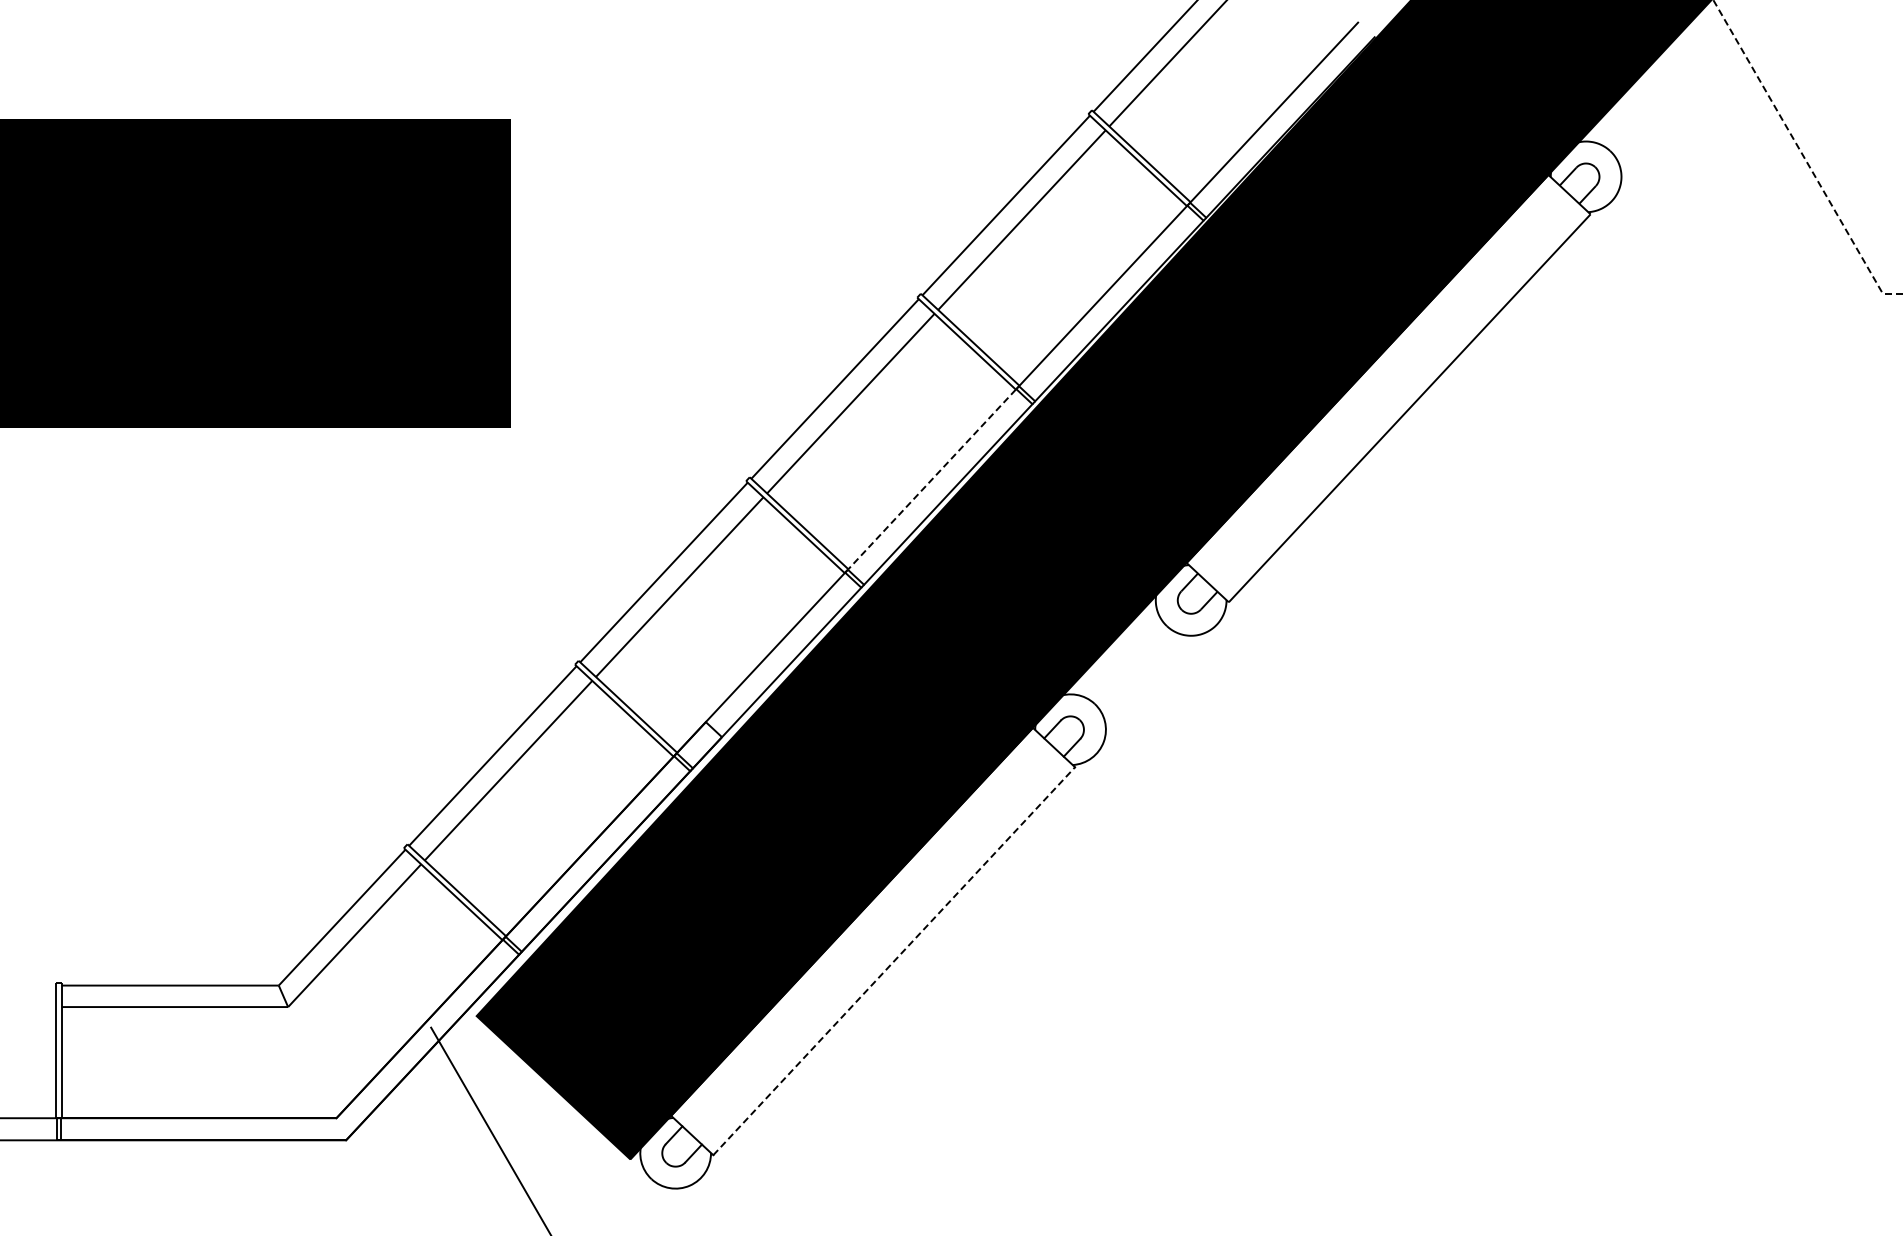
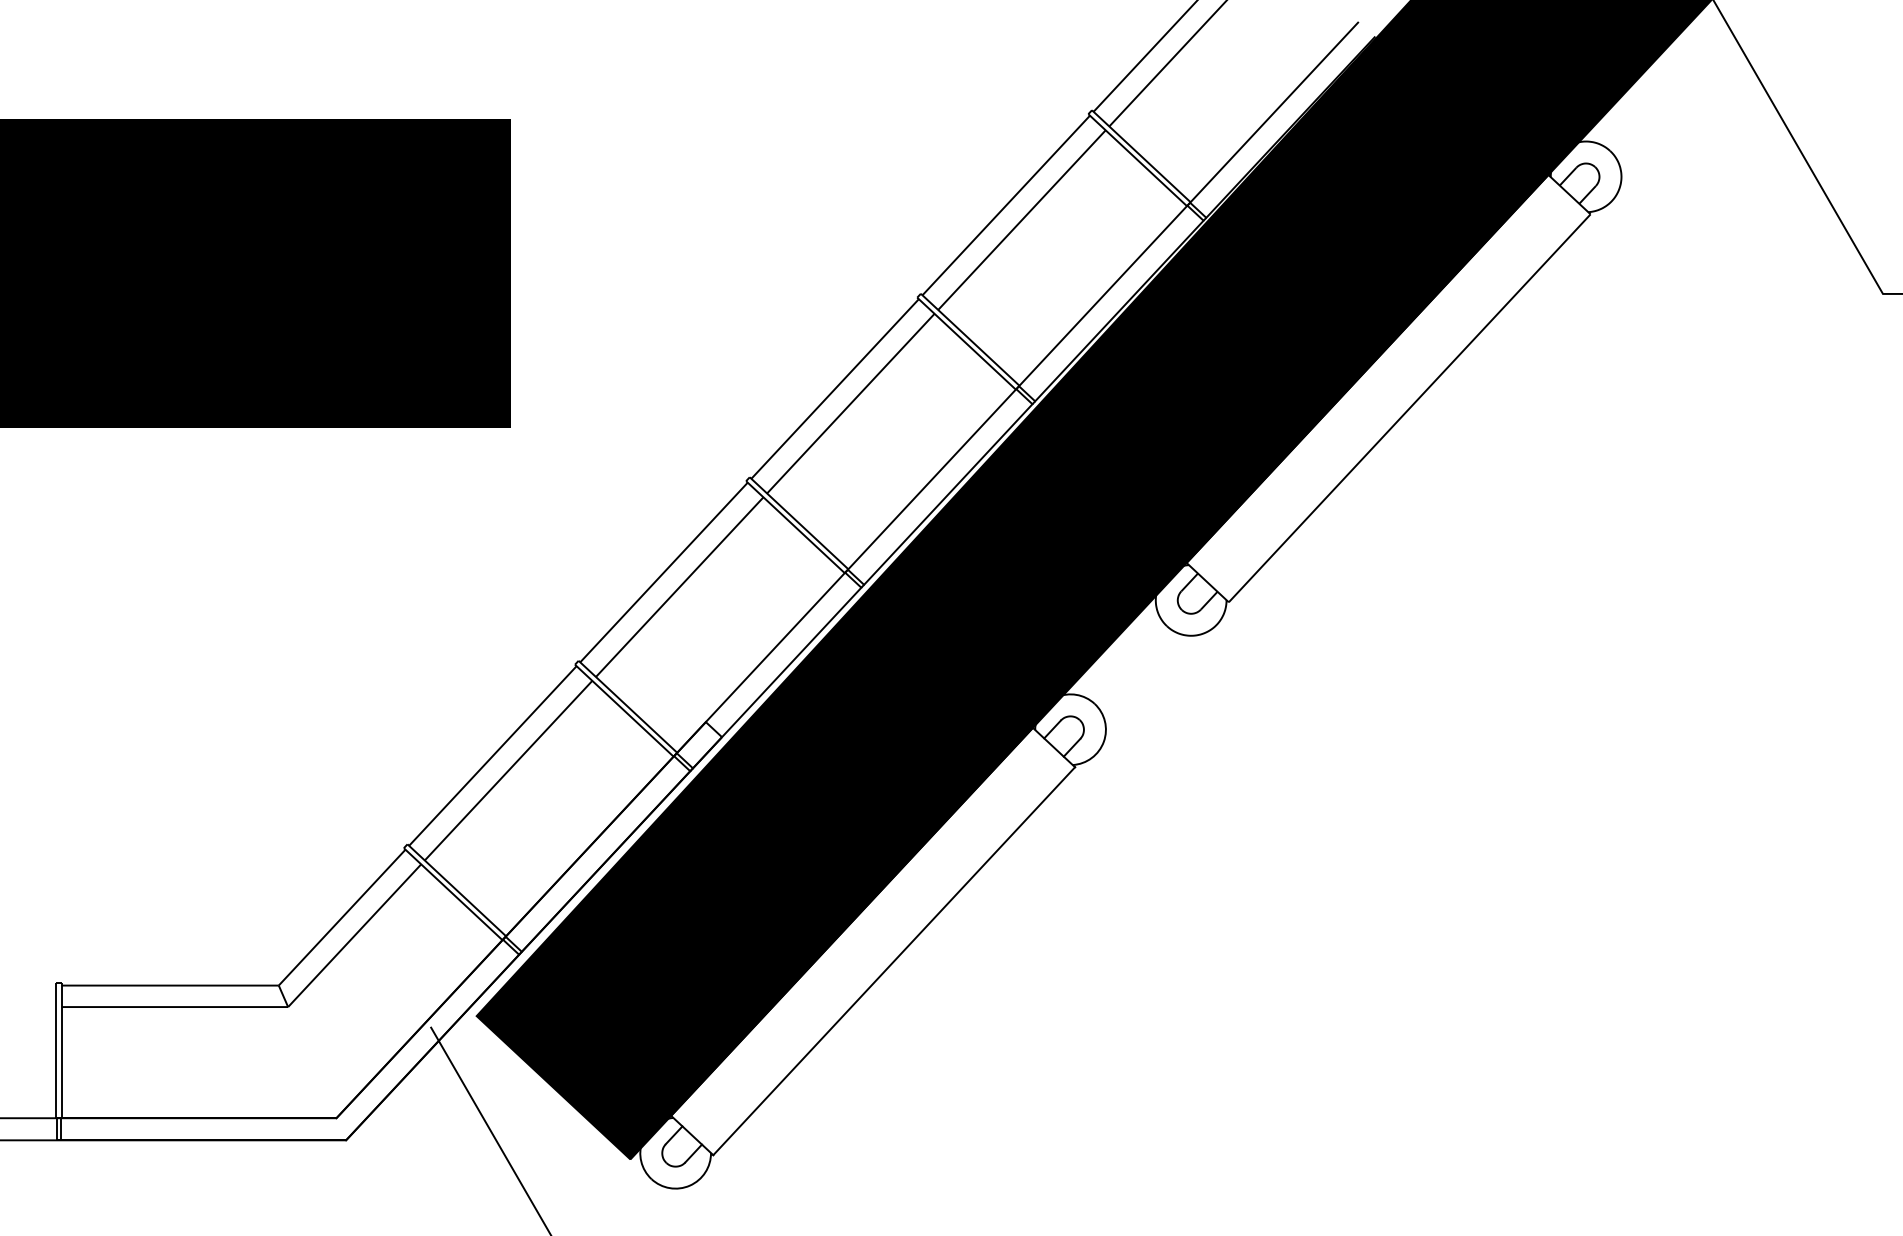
line at (1803, 156): dashed -> solid
line at (932, 479): dashed -> solid
line at (894, 960): dashed -> solid
